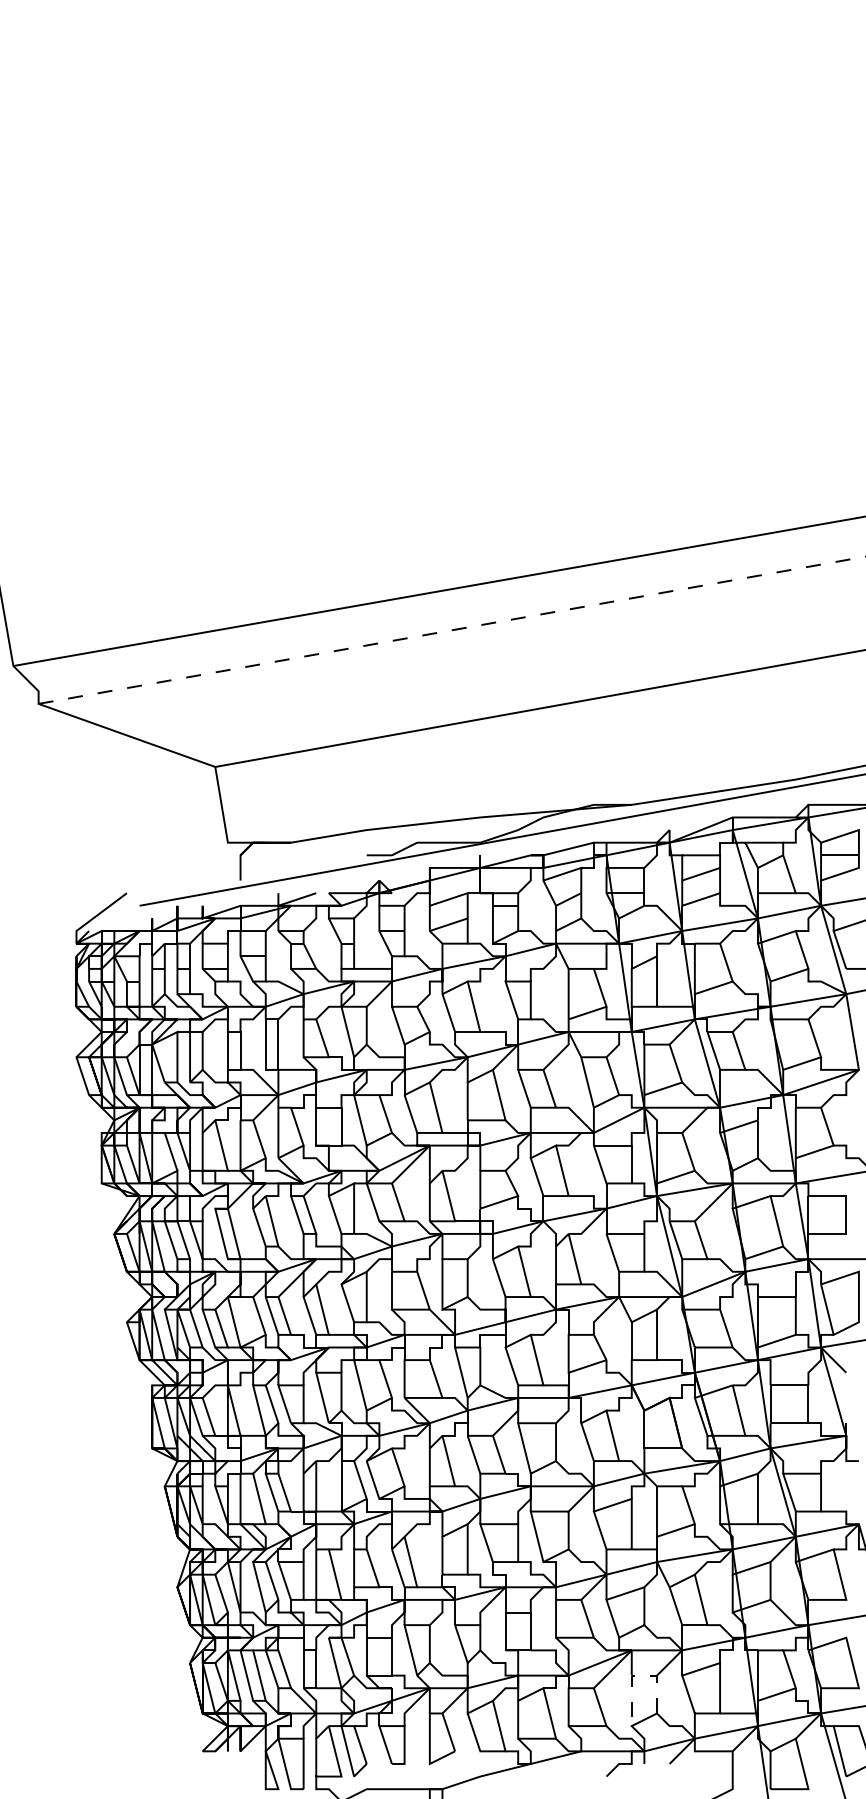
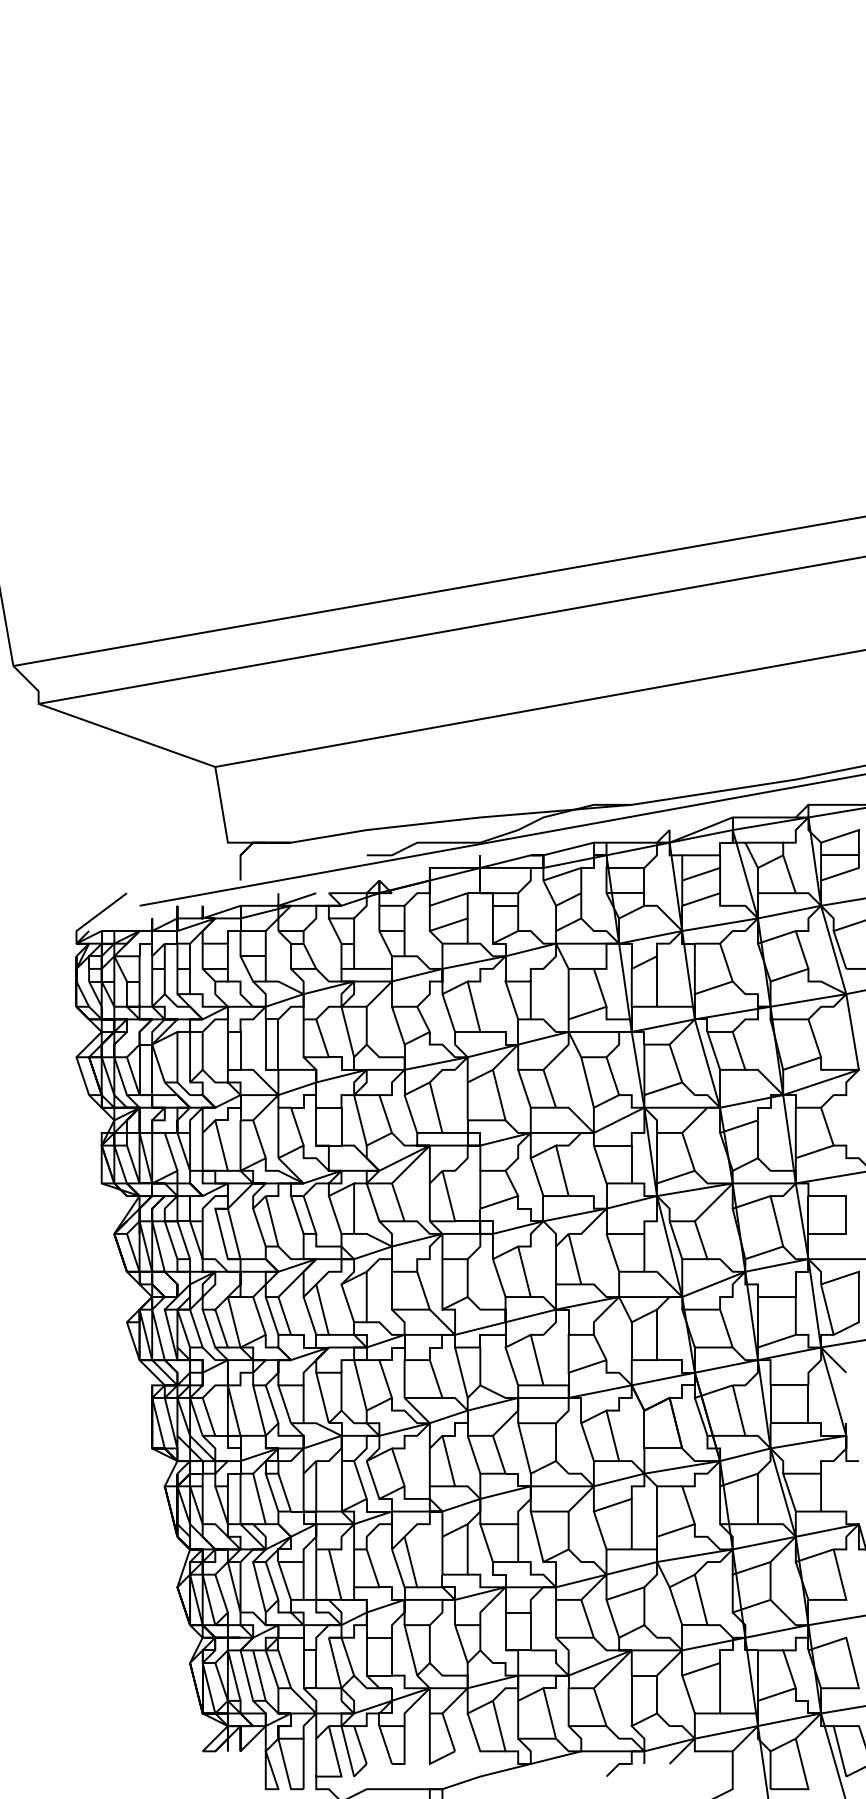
line at (452, 630): dashed -> solid
line at (637, 1675): dashed -> solid
